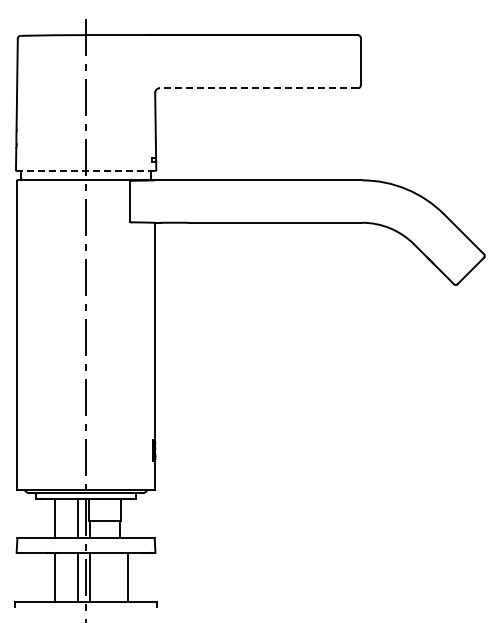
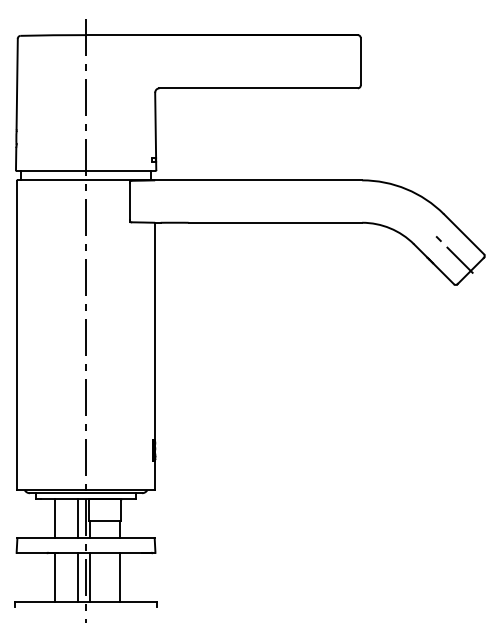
line at (257, 88): dashed -> solid
line at (85, 171): dashed -> solid
line at (453, 253): none -> present
line at (128, 577) position: (128, 577) -> (120, 577)
